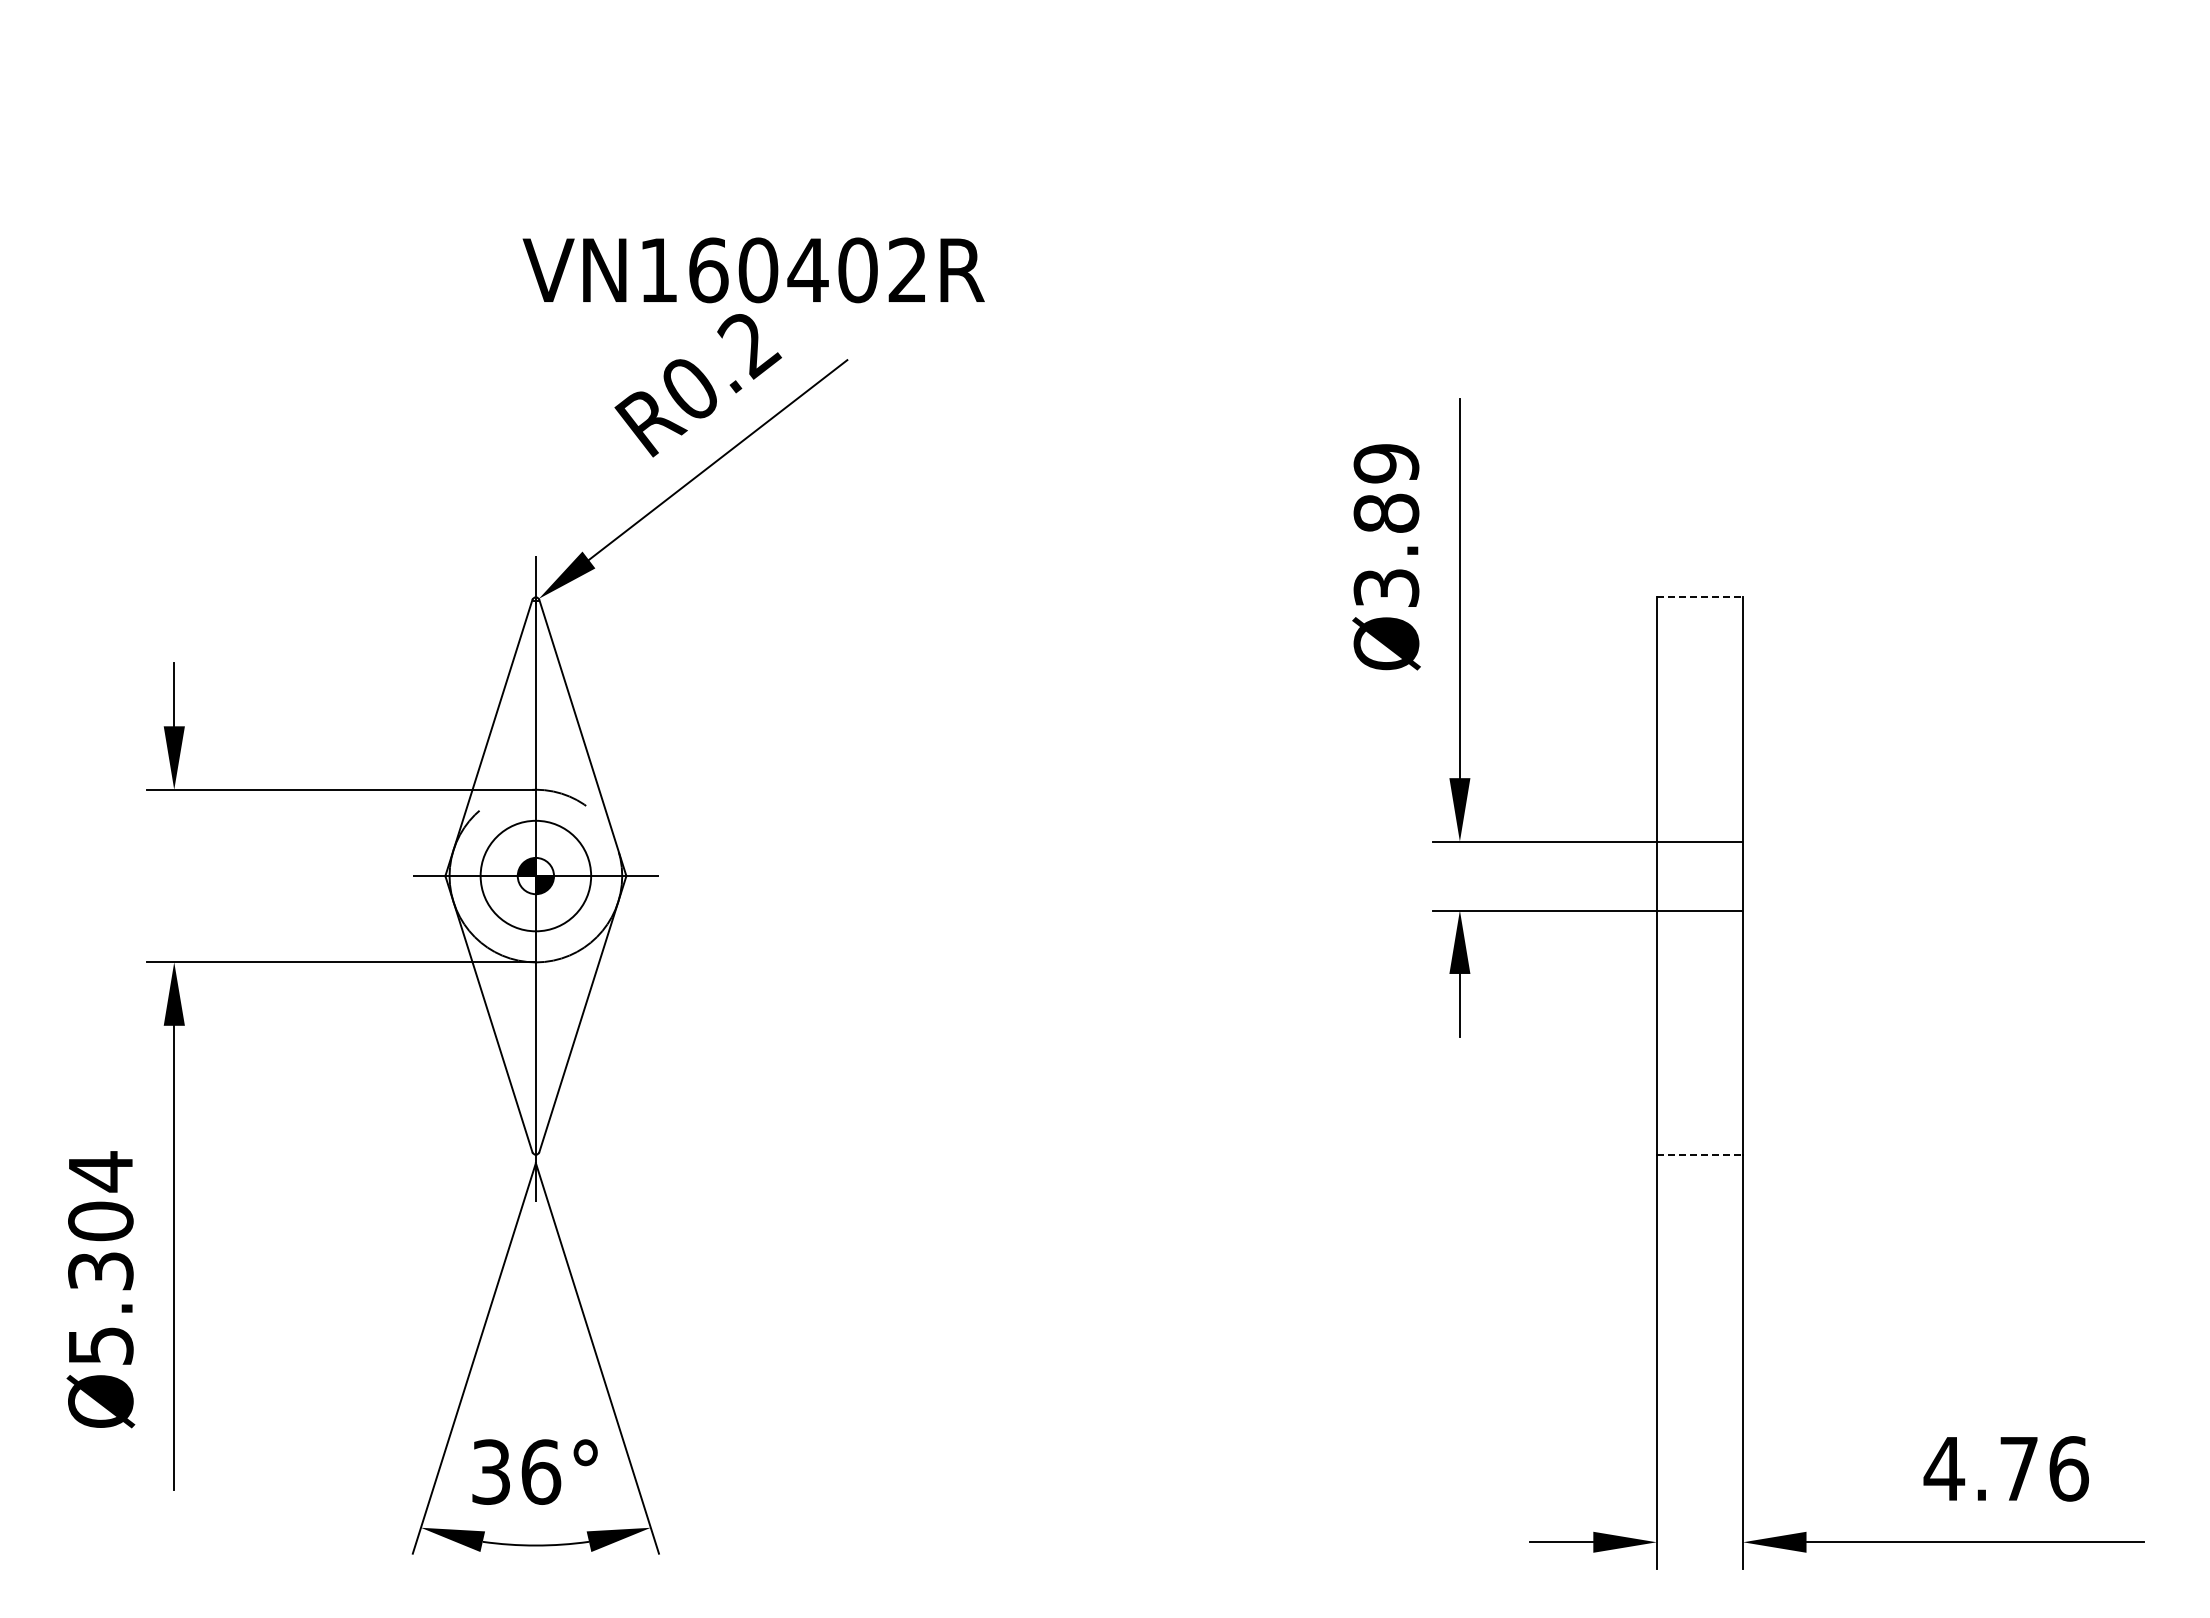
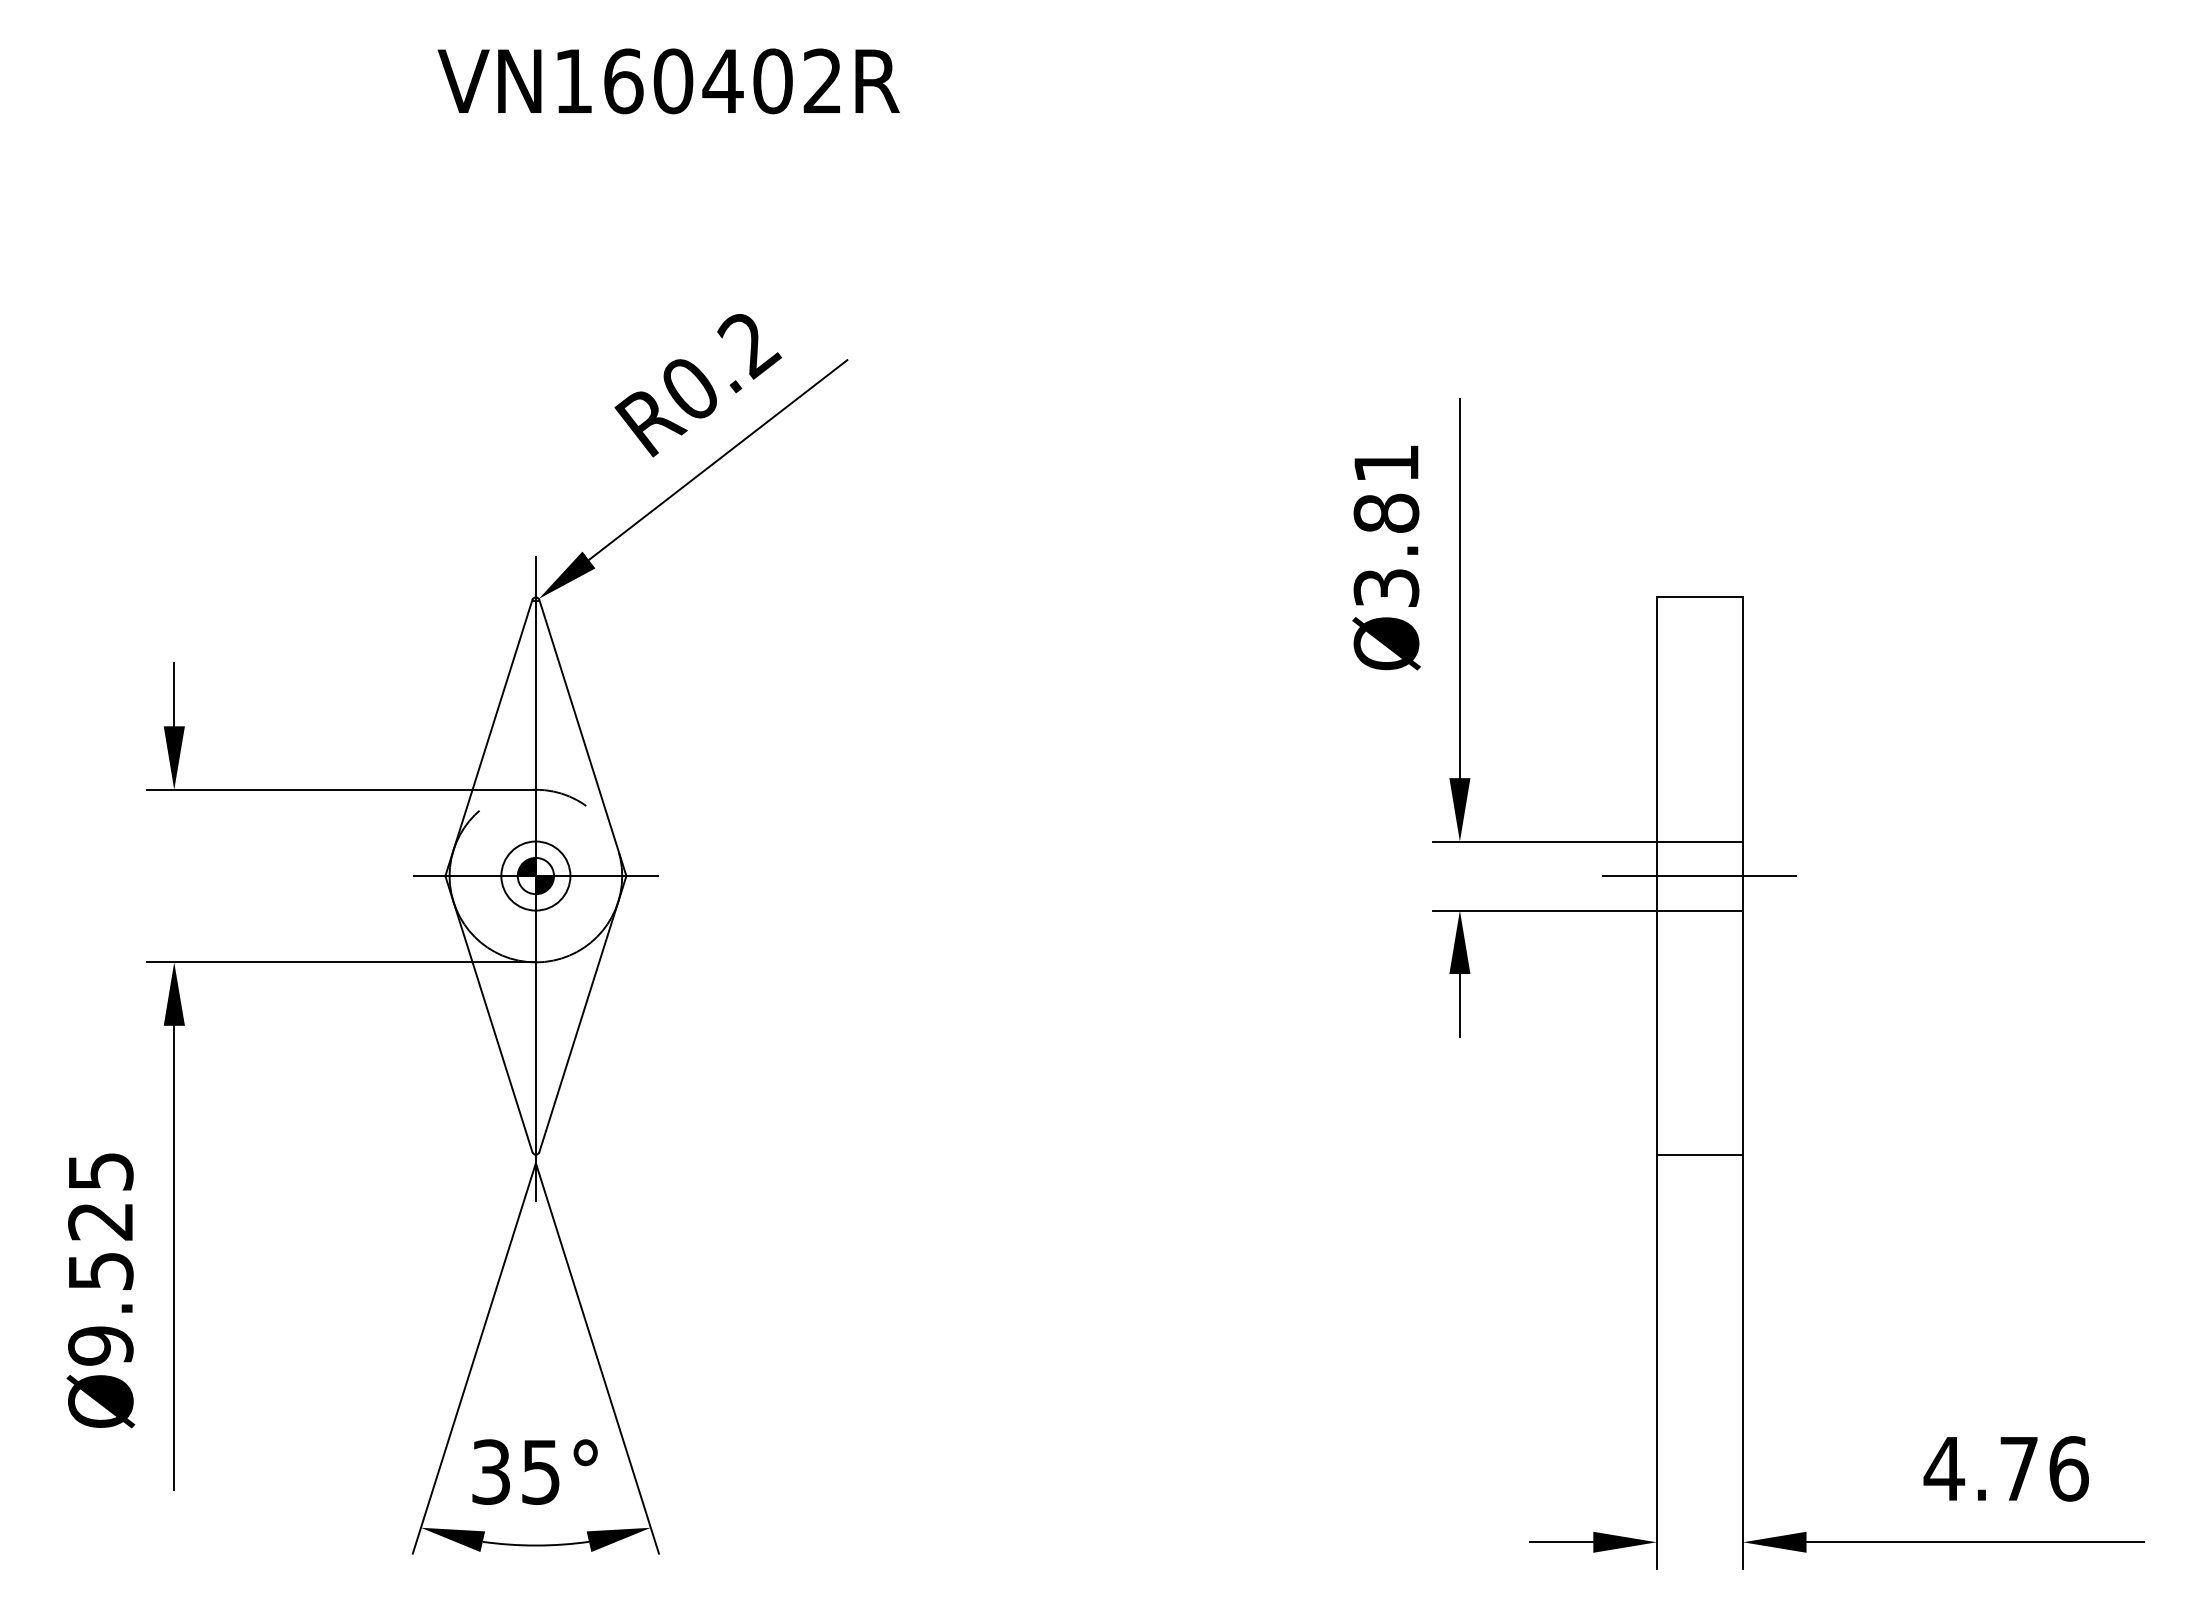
text at (753, 270) position: (753, 270) -> (668, 81)
text at (1386, 463): Ø3.89 -> Ø3.81
line at (1700, 597): dashed -> solid
circle at (535, 875) diameter: 111 px -> 69 px
line at (1699, 876): none -> present
line at (1700, 1154): dashed -> solid
text at (100, 1258): Ø5.304 -> Ø9.525
text at (541, 1471): 36° -> 35°
